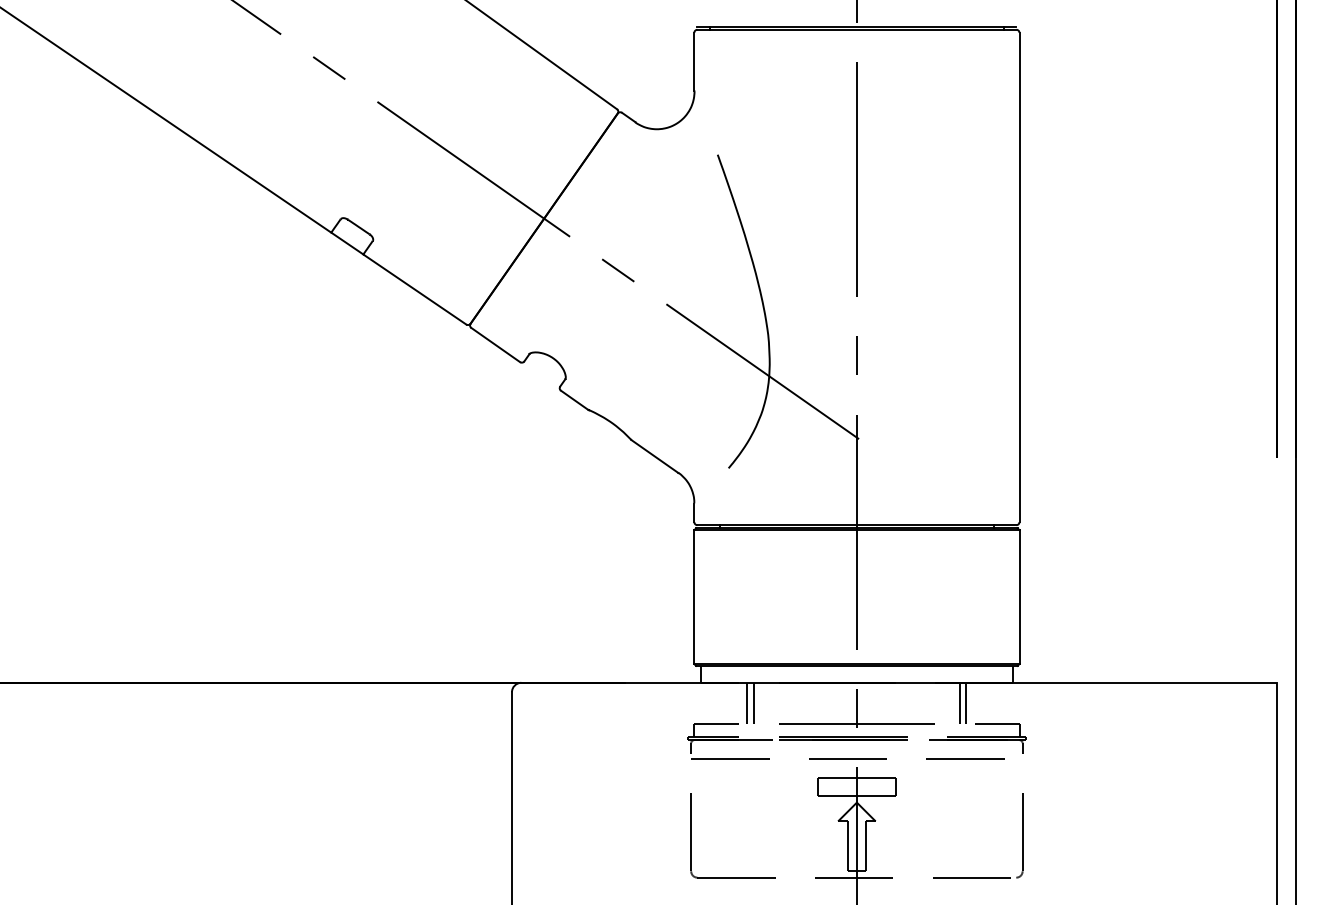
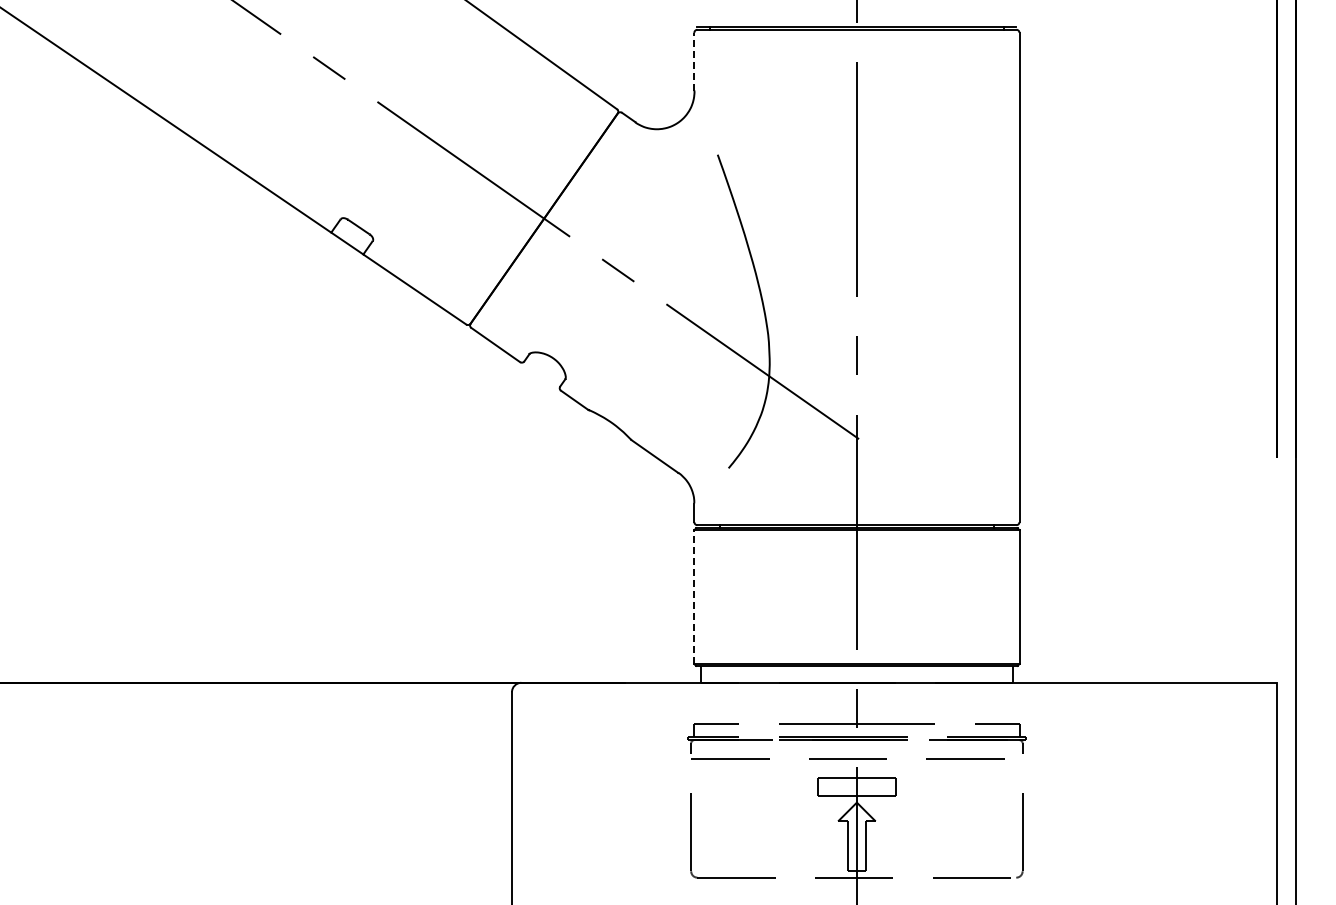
line at (694, 61): solid -> dashed
line at (694, 597): solid -> dashed
line at (747, 703): present -> none
line at (753, 703): present -> none
line at (960, 703): present -> none
line at (966, 703): present -> none
